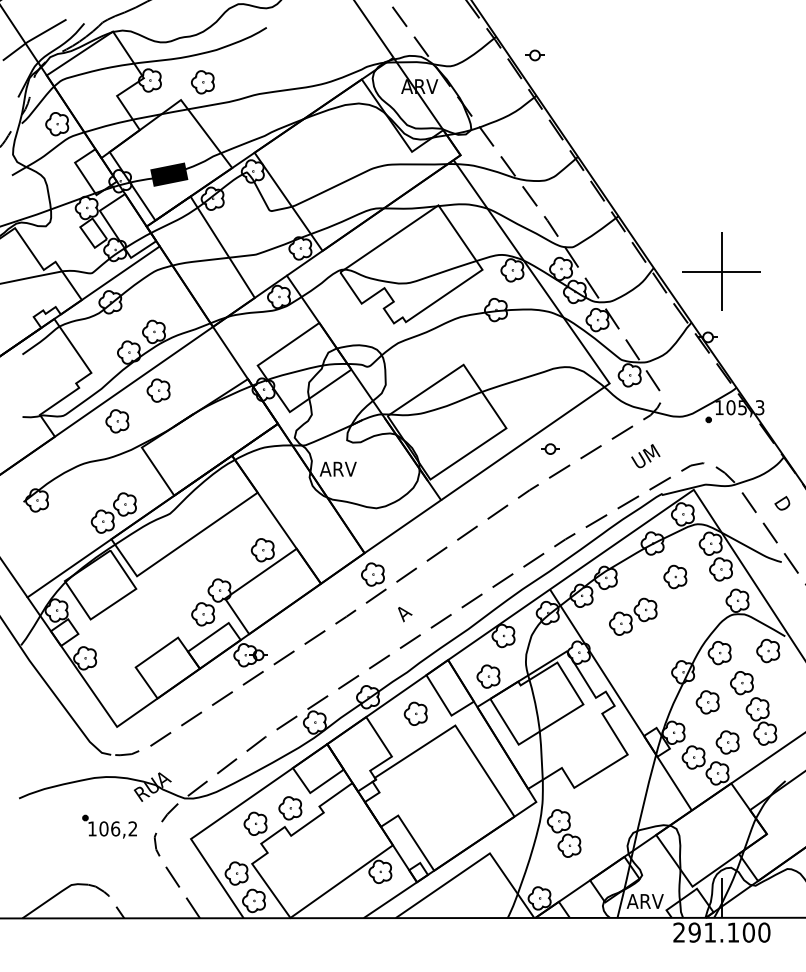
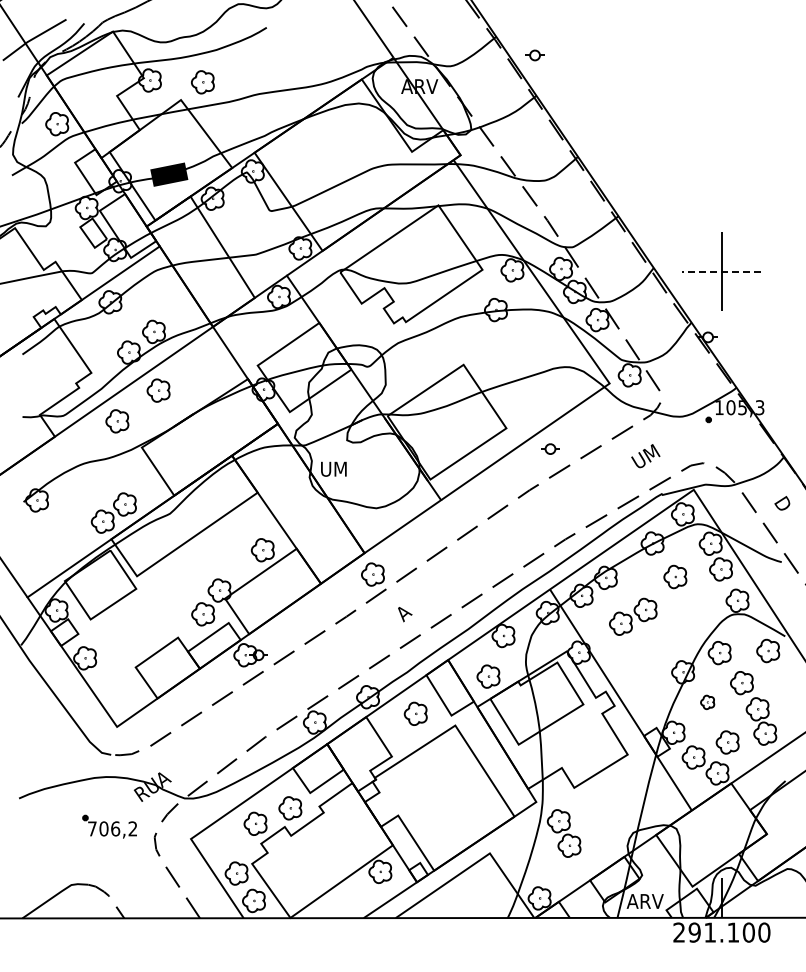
line at (721, 271): solid -> dashed
text at (337, 468): ARV -> UM
part at (707, 702) size: 25x25 px -> 16x17 px
text at (92, 828): 106,2 -> 706,2
